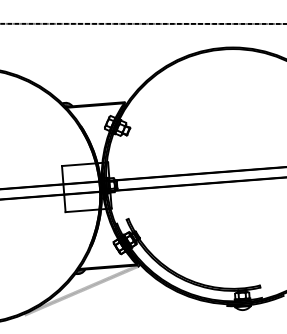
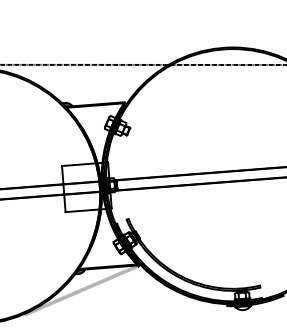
line at (142, 23) position: (142, 23) -> (142, 64)
